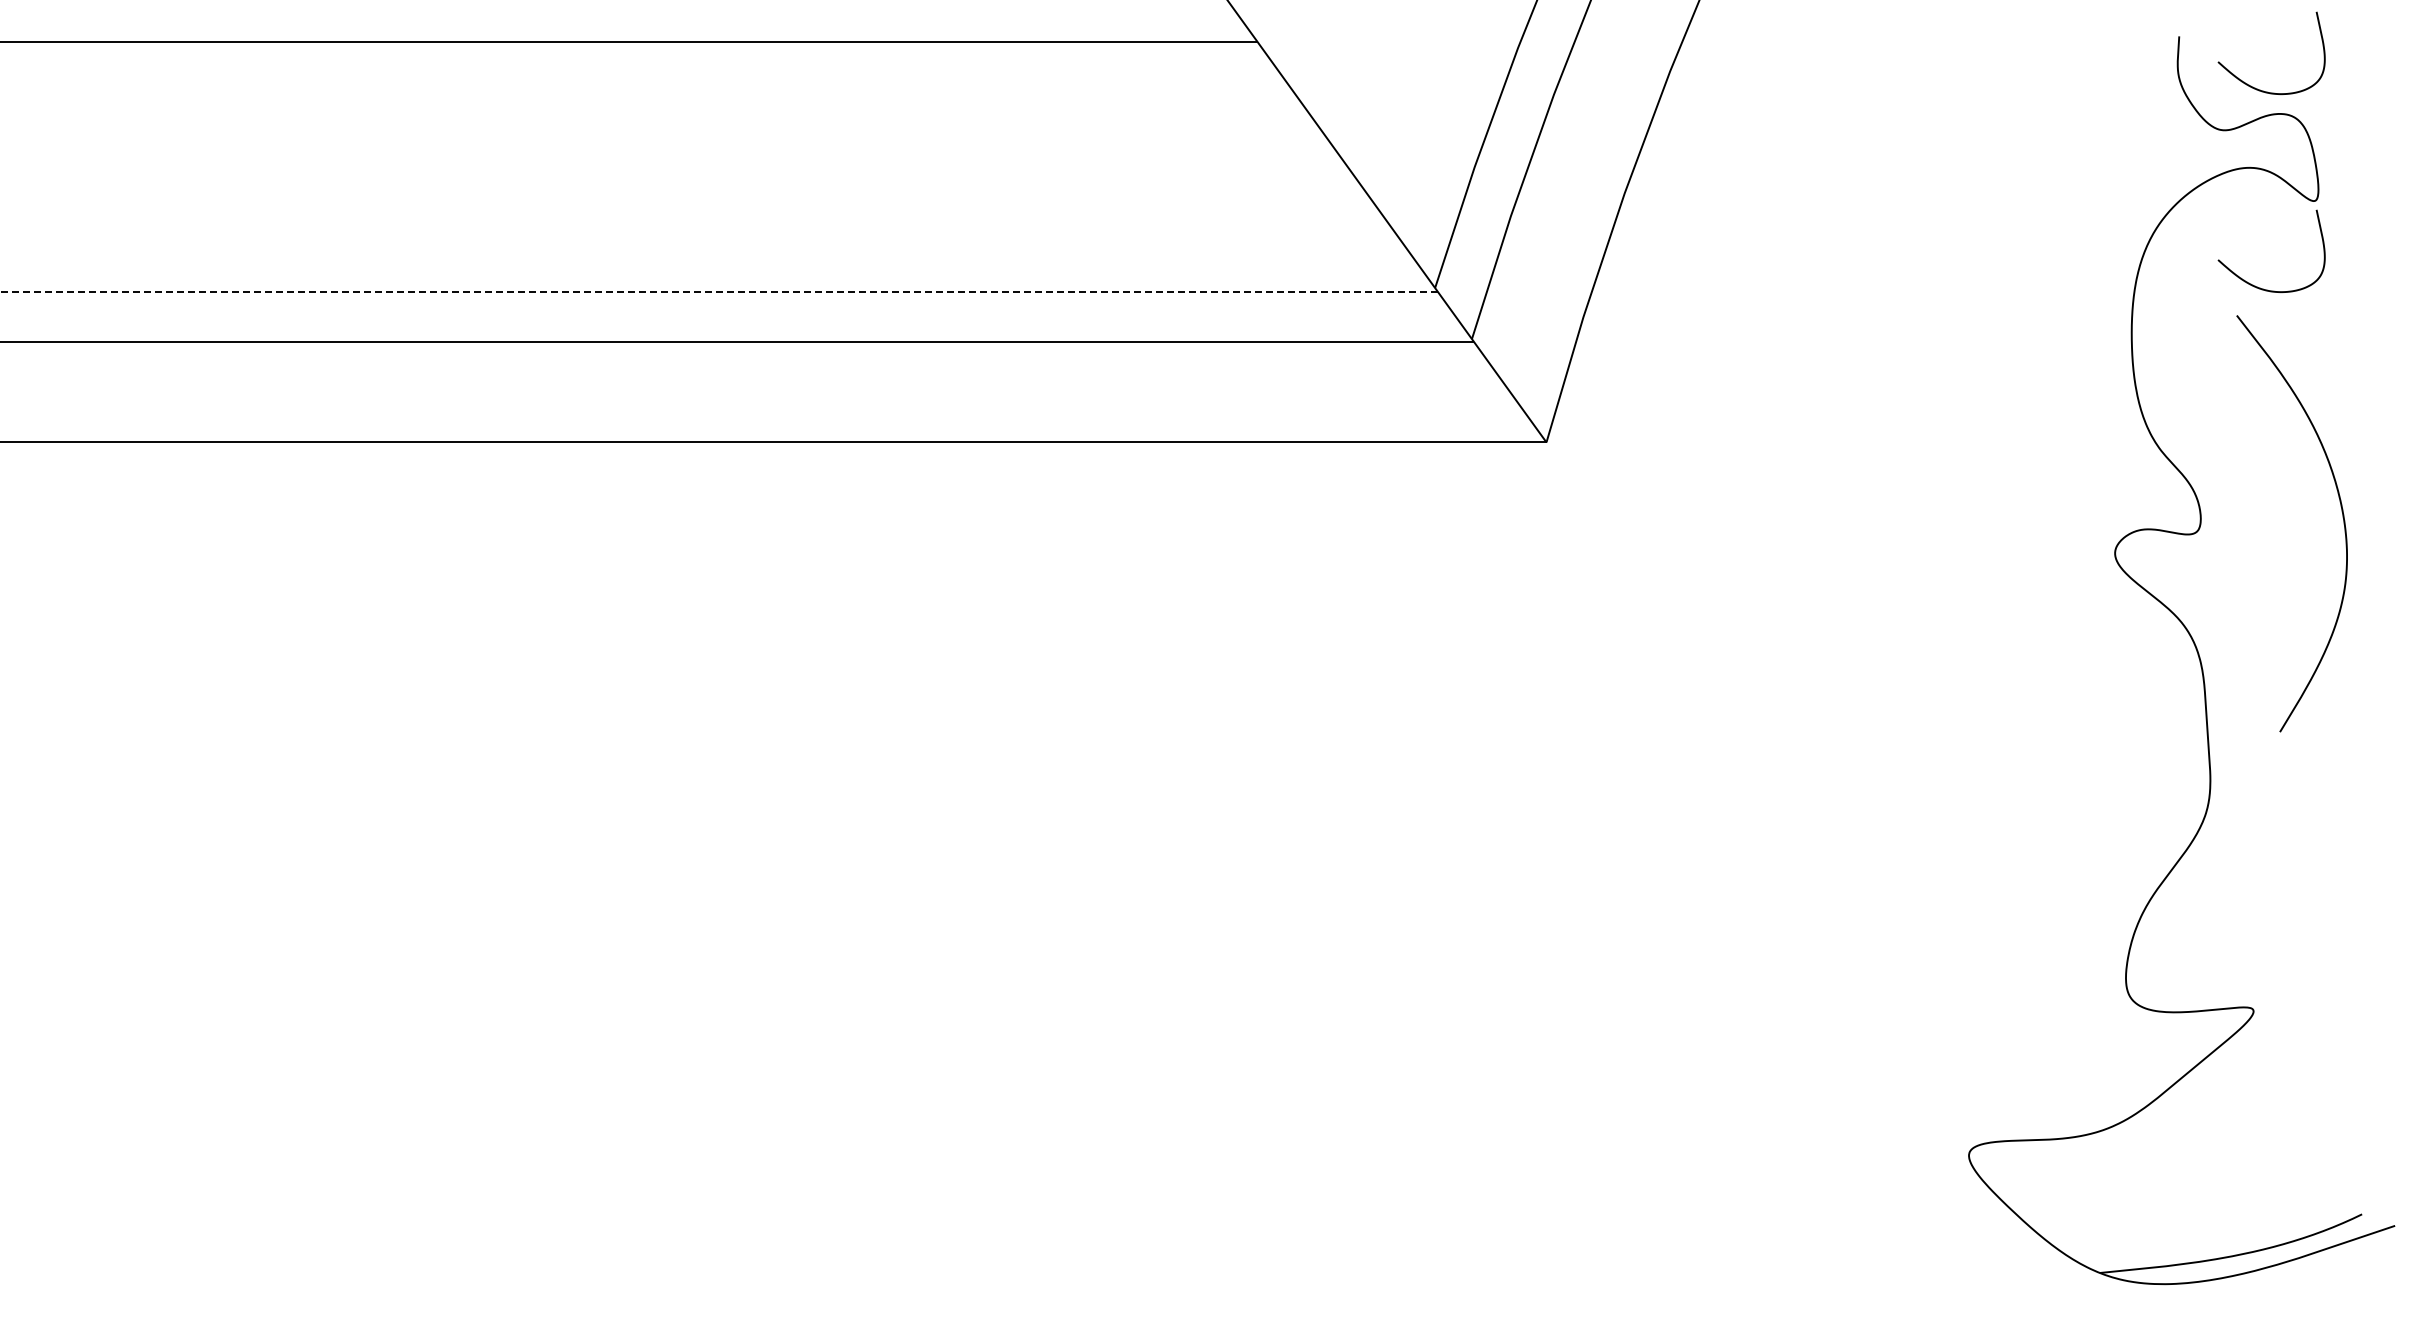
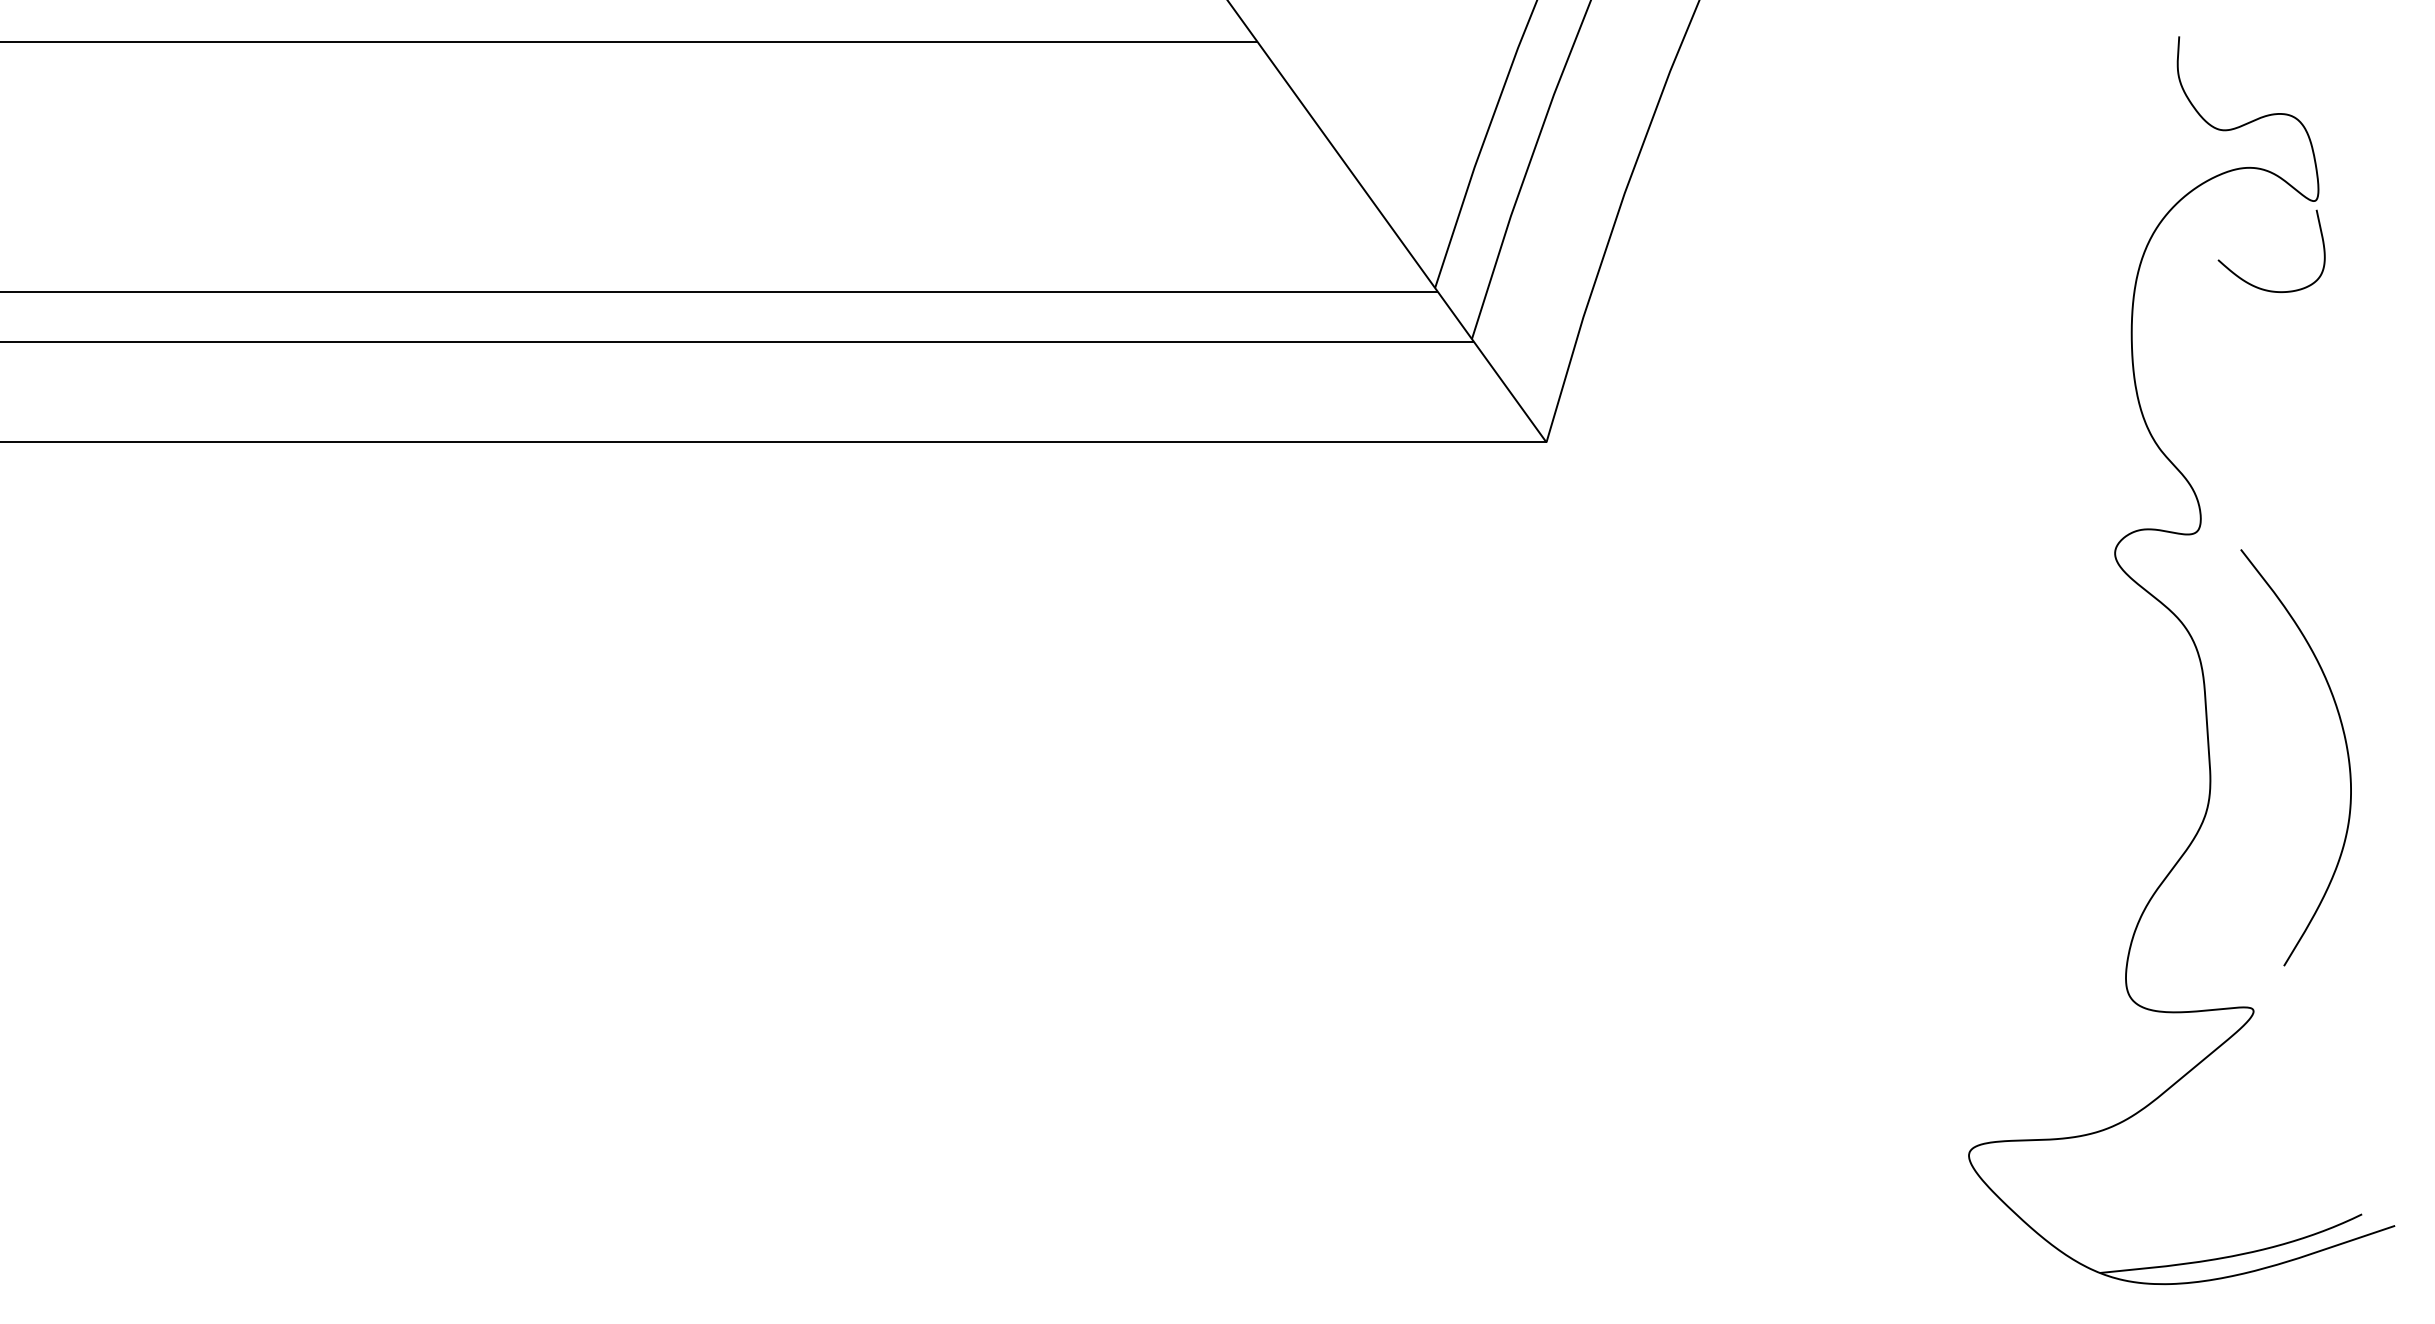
curve at (2253, 86): present -> none
line at (719, 292): dashed -> solid
curve at (2342, 517) position: (2342, 517) -> (2346, 751)
